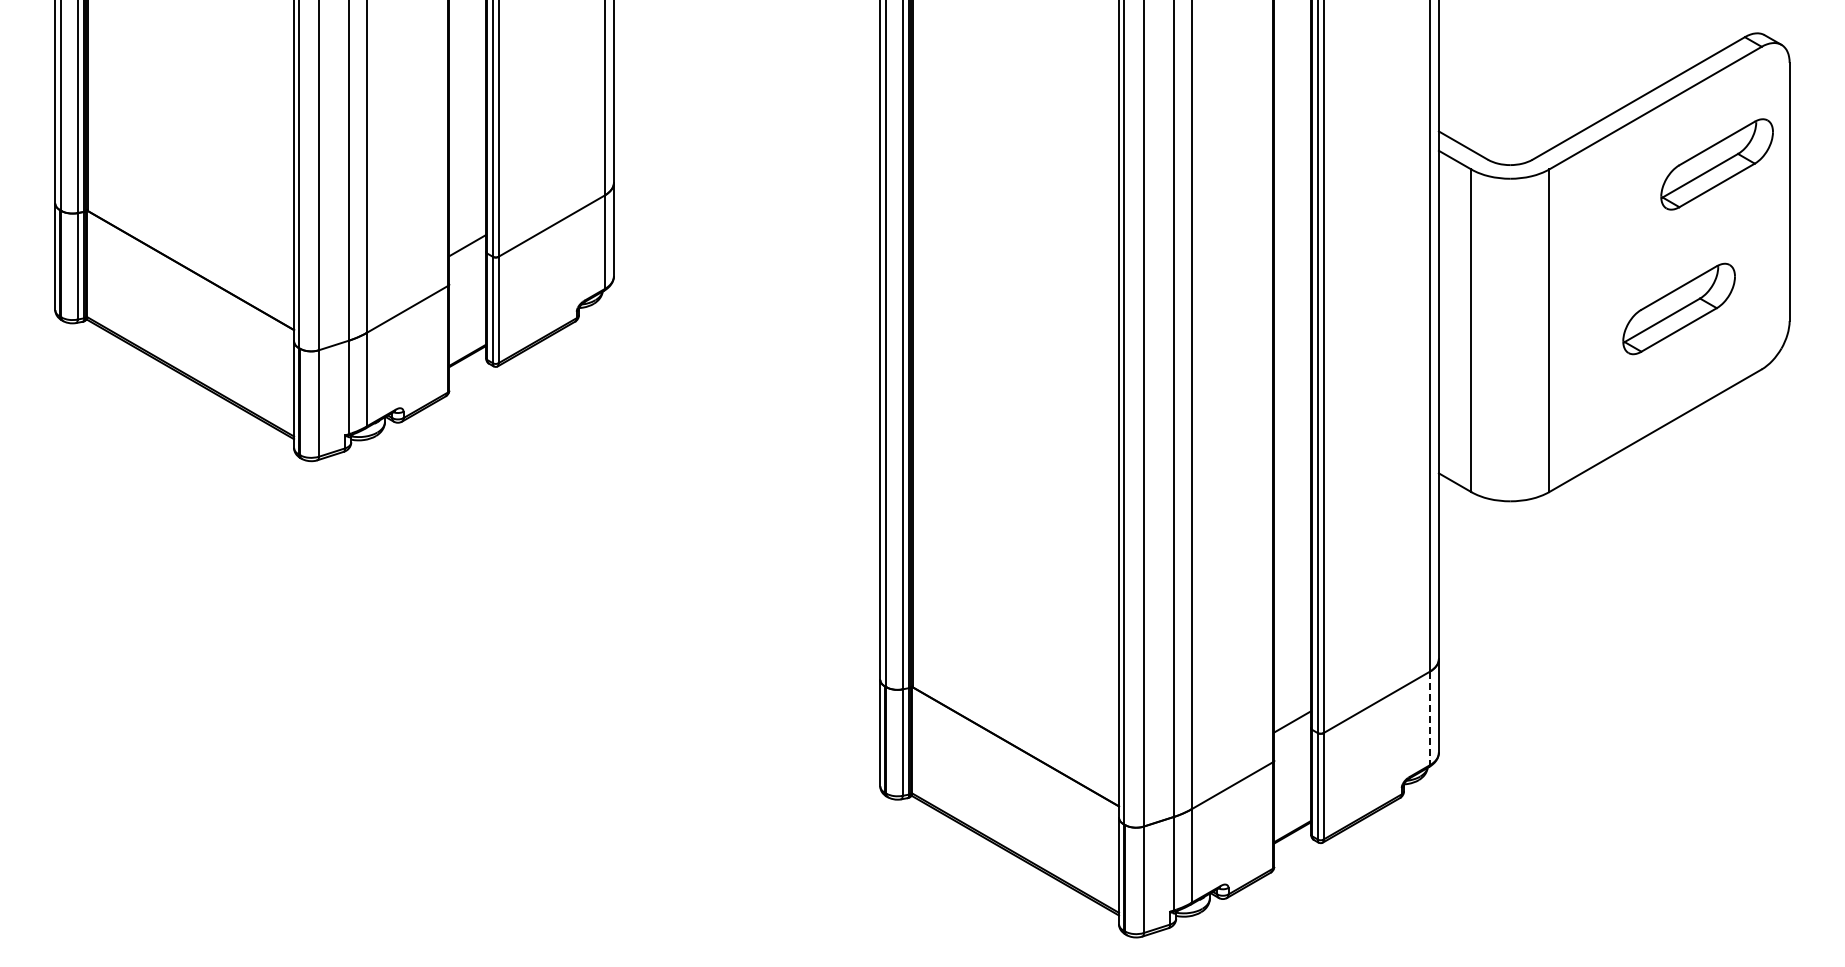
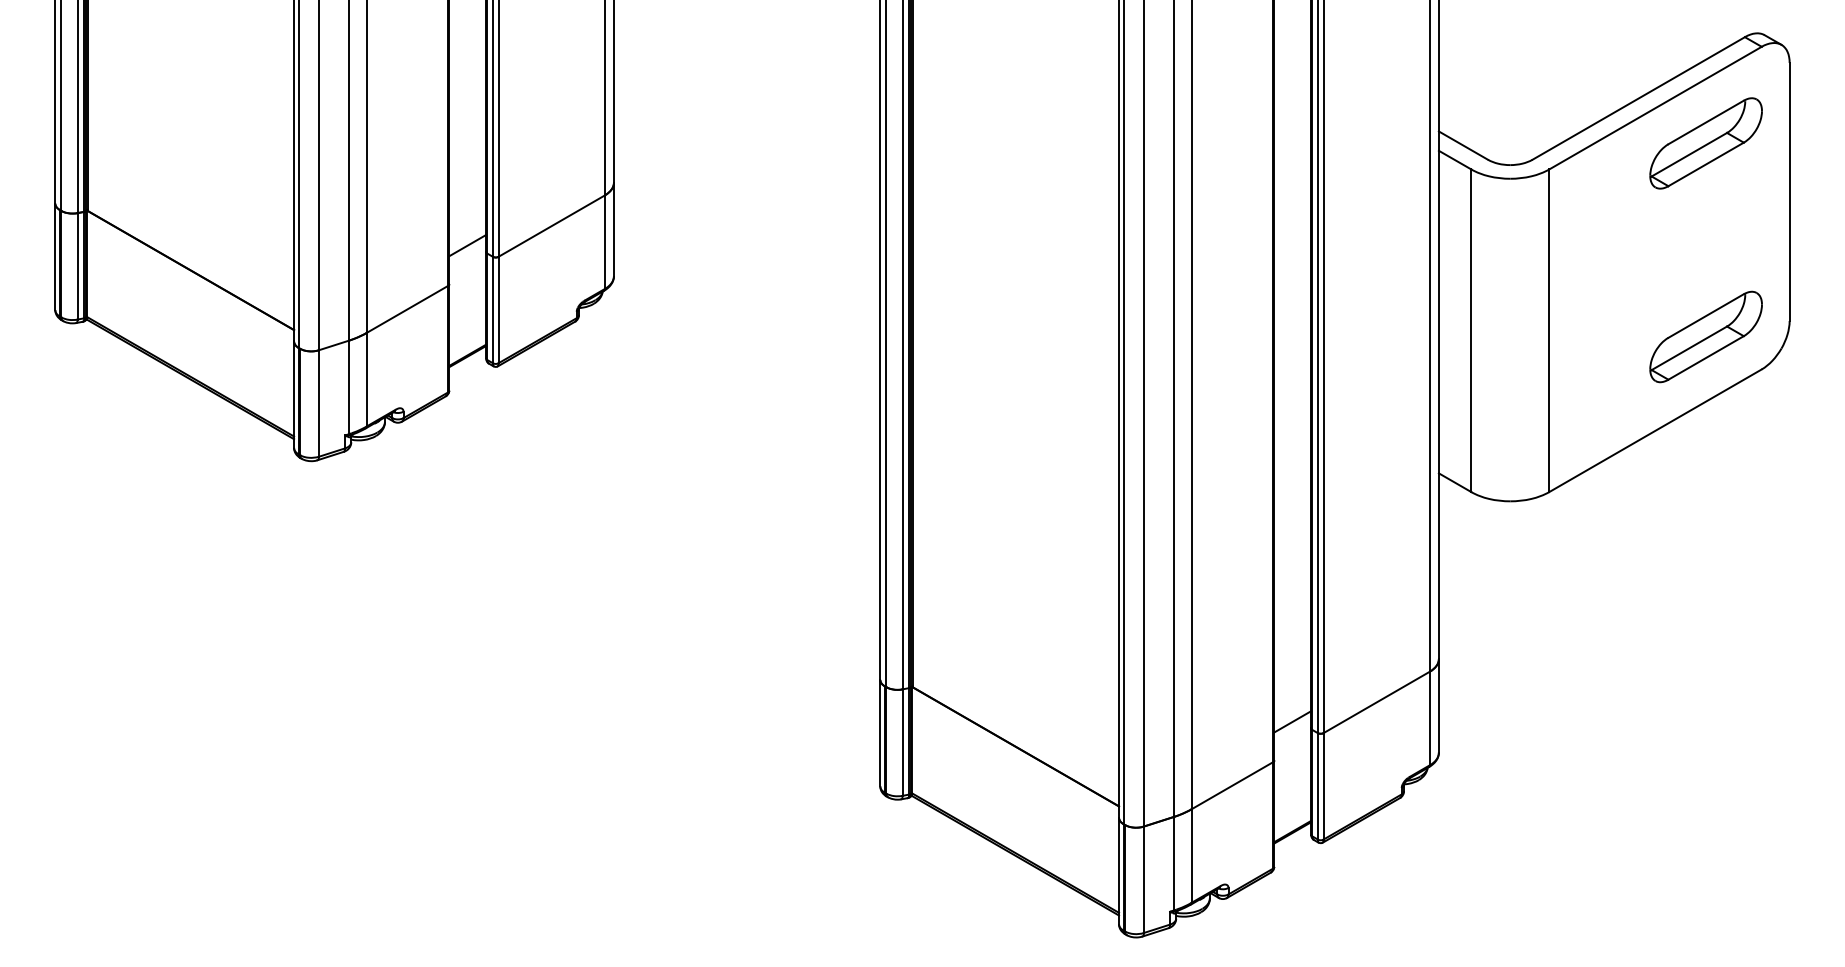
part at (1716, 164) position: (1716, 164) -> (1705, 143)
part at (1678, 308) position: (1678, 308) -> (1705, 336)
line at (1429, 718): dashed -> solid
